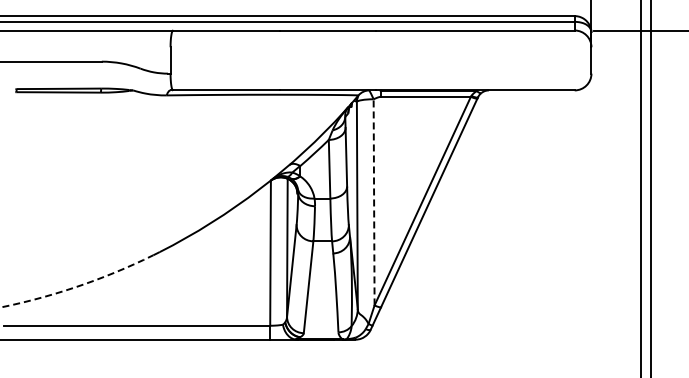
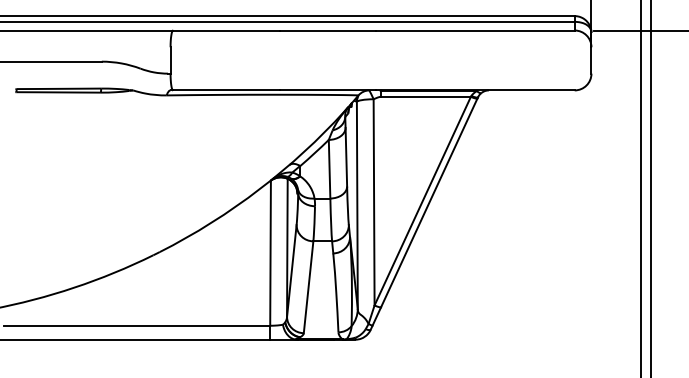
line at (374, 201): dashed -> solid
arc at (78, 286): dashed -> solid
